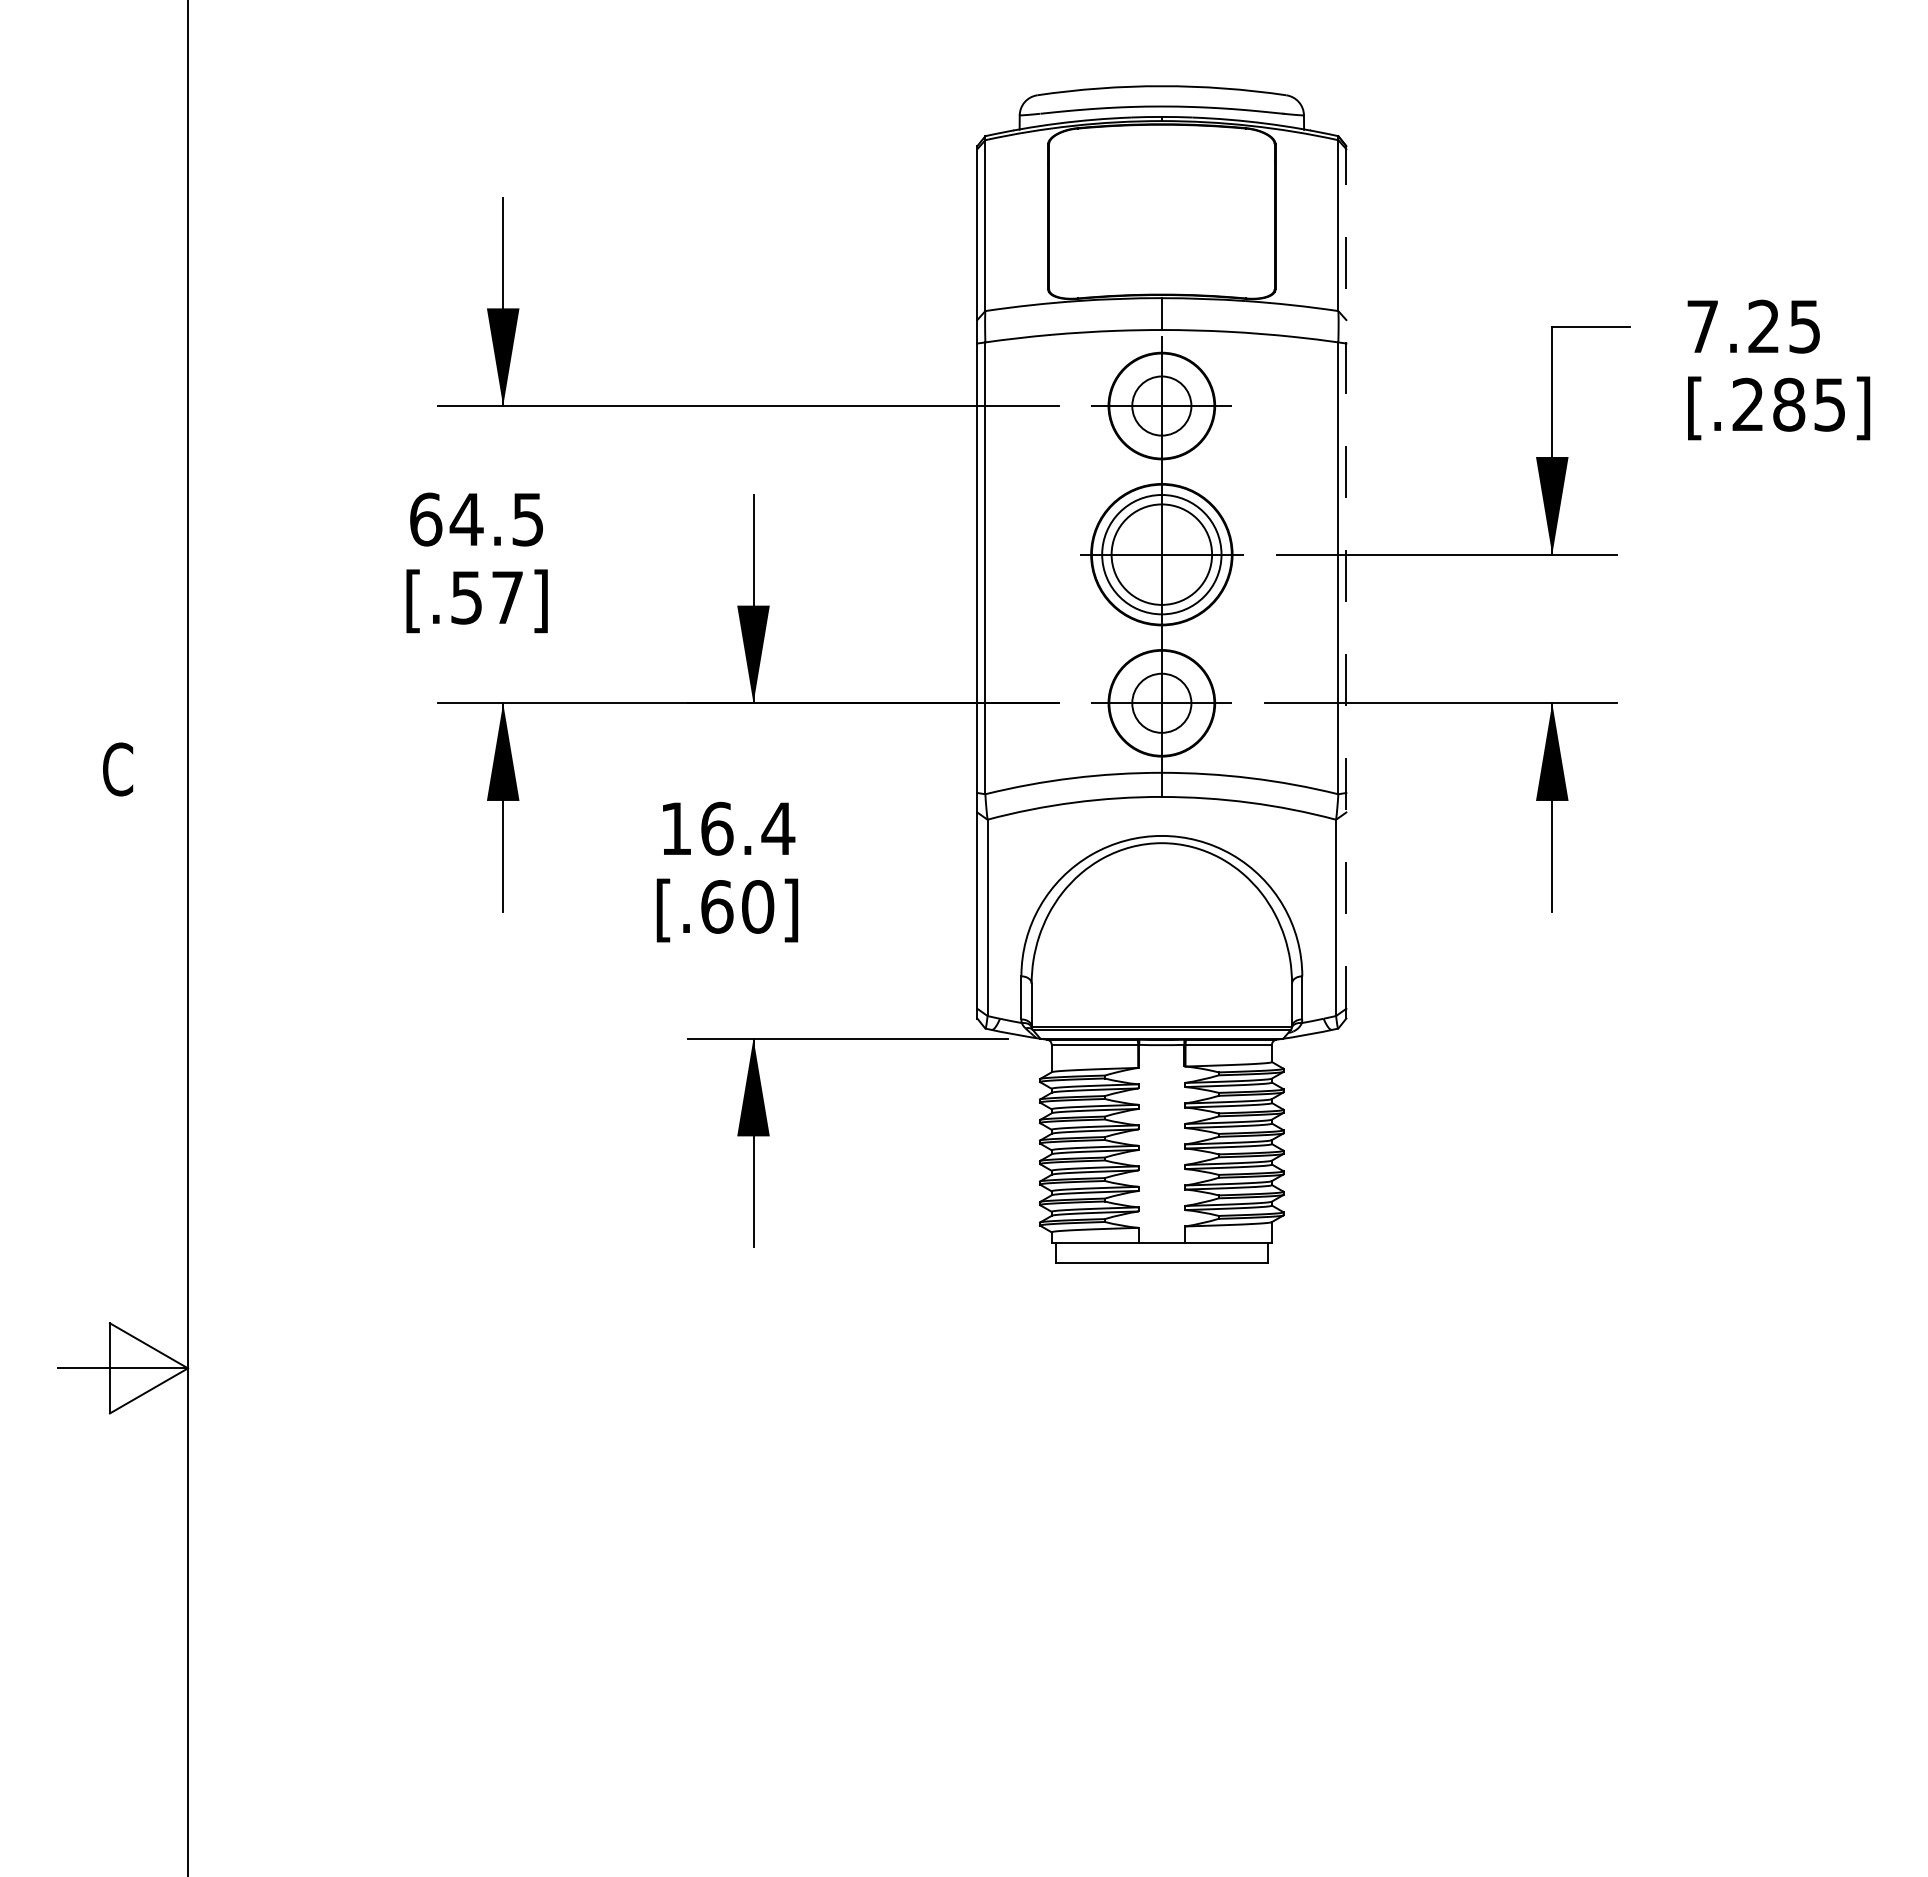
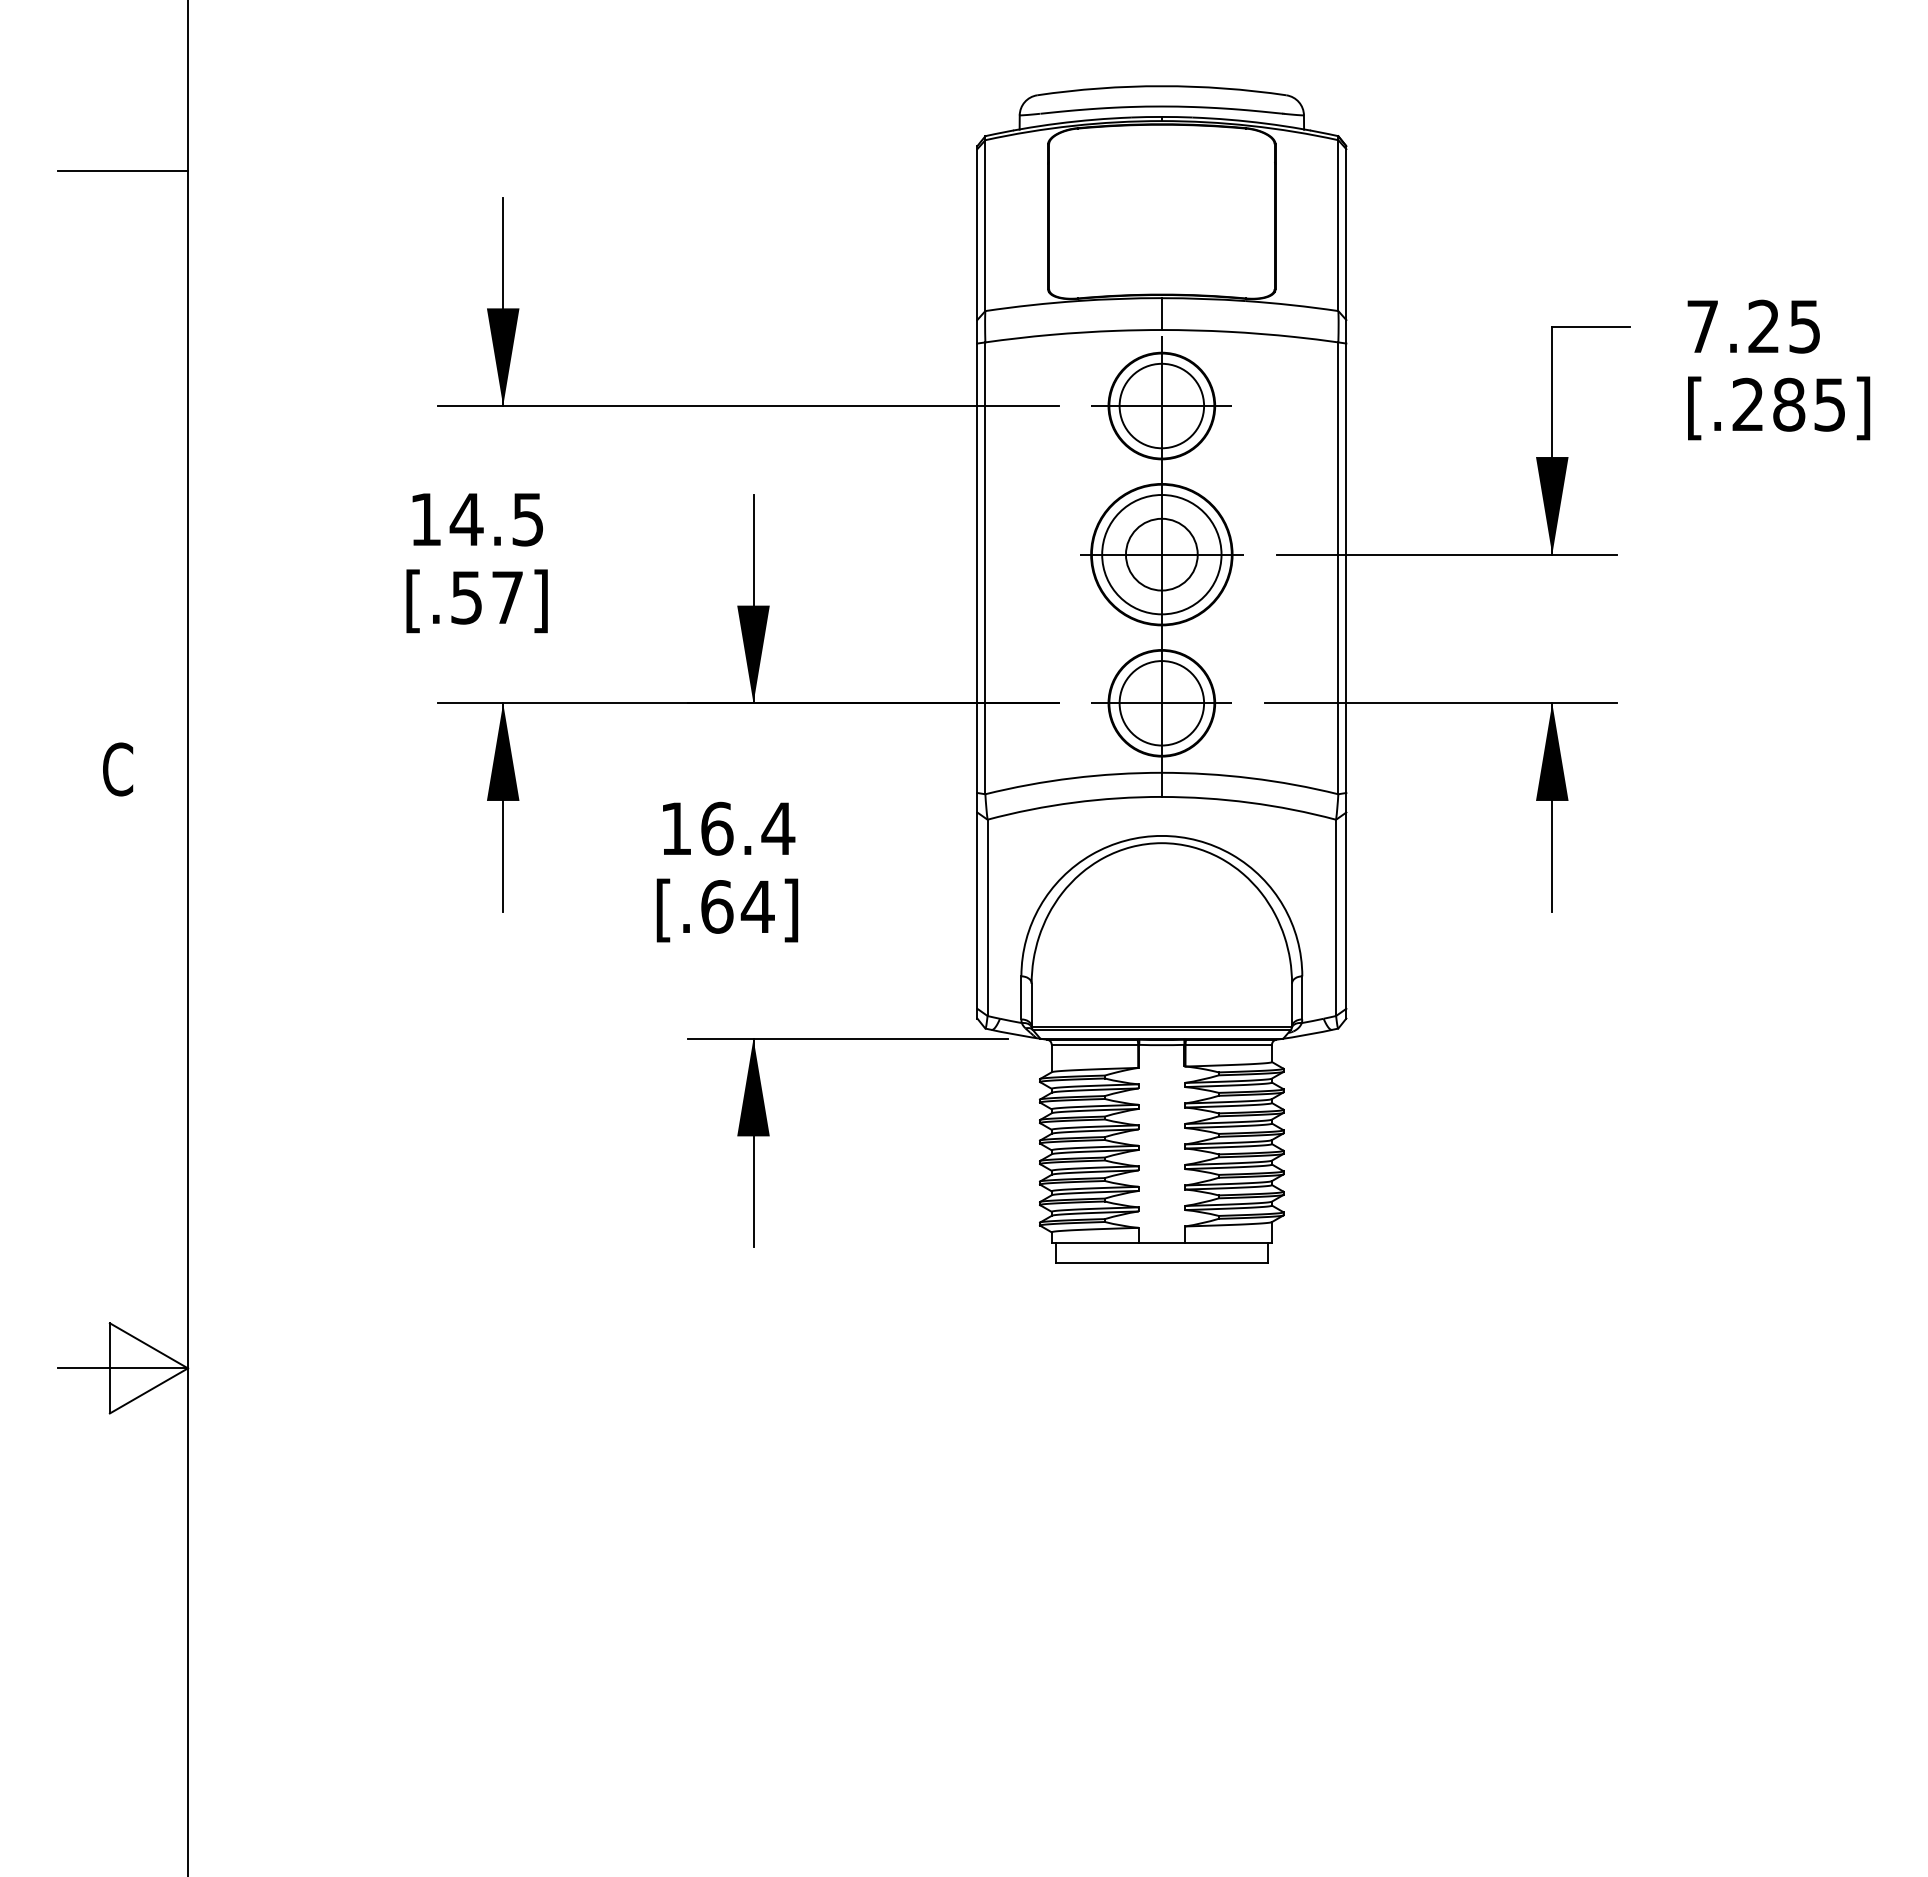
line at (122, 170): none -> present
circle at (1161, 405) diameter: 59 px -> 84 px
text at (426, 519): 64.5 -> 14.5
circle at (1161, 554) diameter: 100 px -> 72 px
line at (1346, 581): dashed -> solid
circle at (1161, 702) diameter: 59 px -> 84 px
text at (757, 906): [.60] -> [.64]
